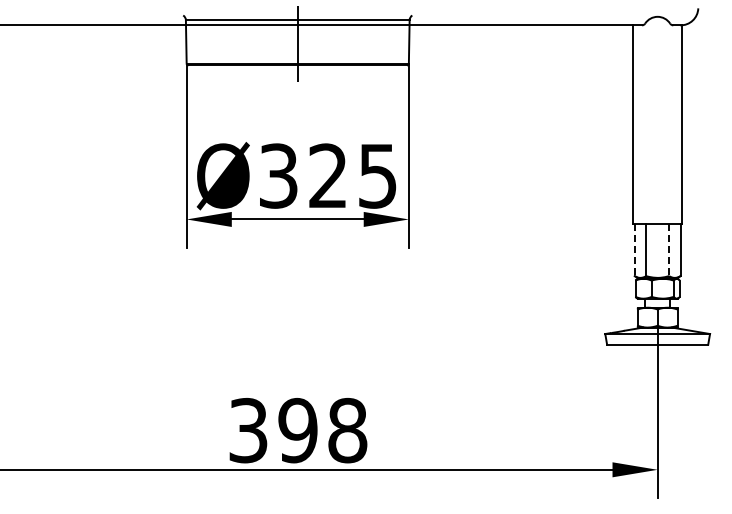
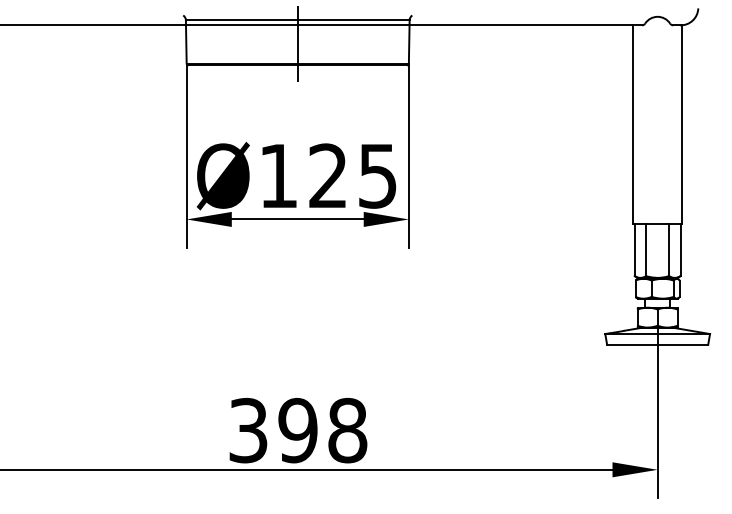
text at (278, 175): Ø325 -> Ø125
line at (634, 250): dashed -> solid
line at (669, 250): dashed -> solid
